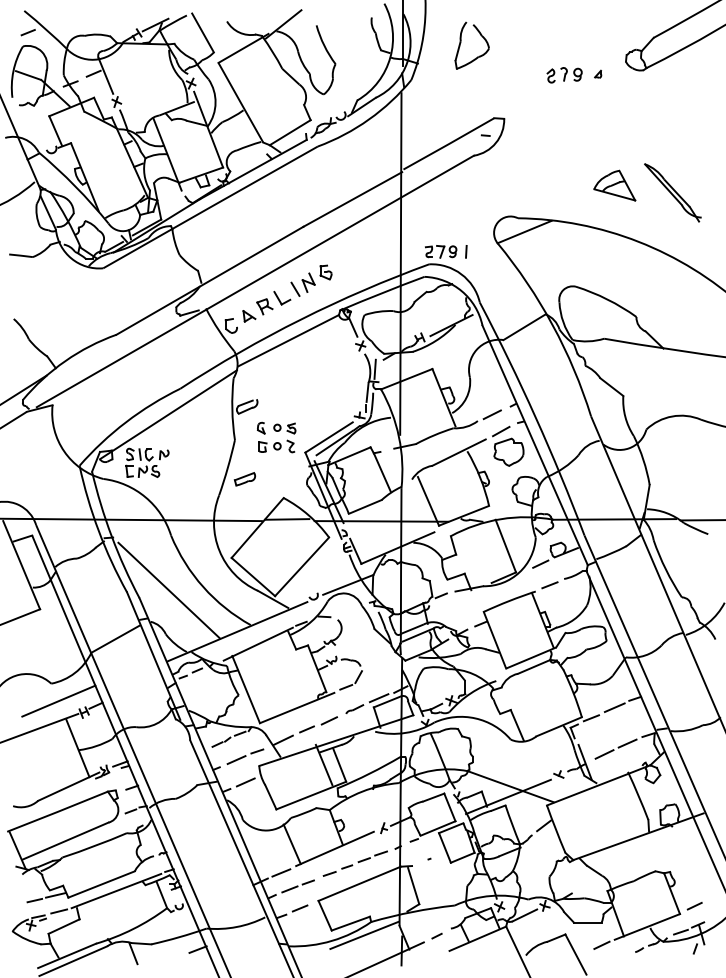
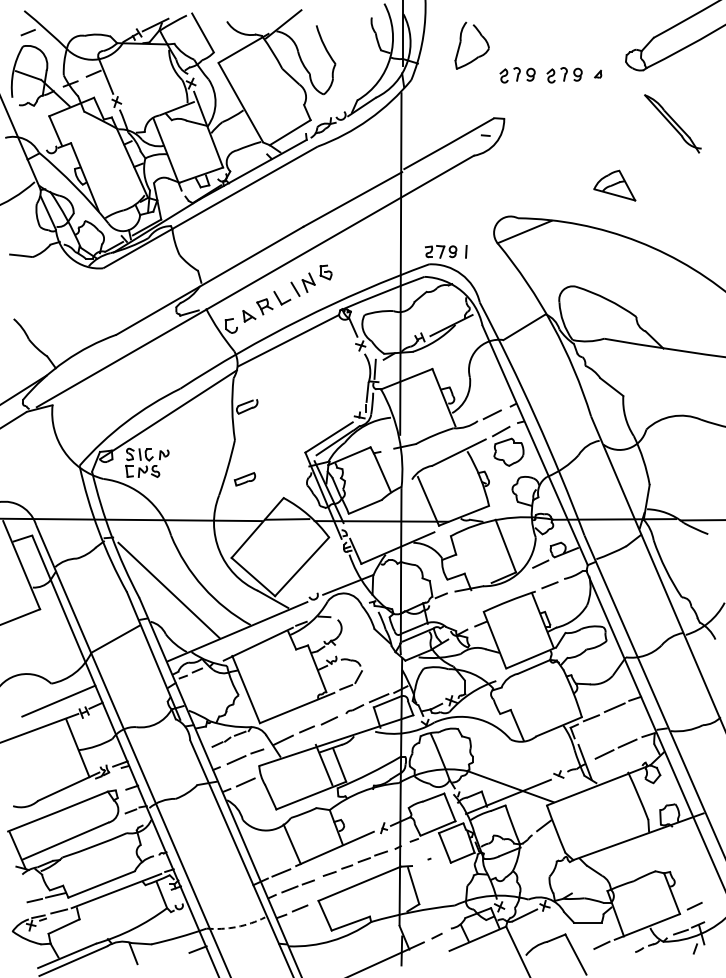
part at (517, 75): none -> present
part at (672, 192) position: (672, 192) -> (672, 123)
part at (276, 437): present -> none
arc at (236, 927): solid -> dashed
line at (364, 934): present -> none
